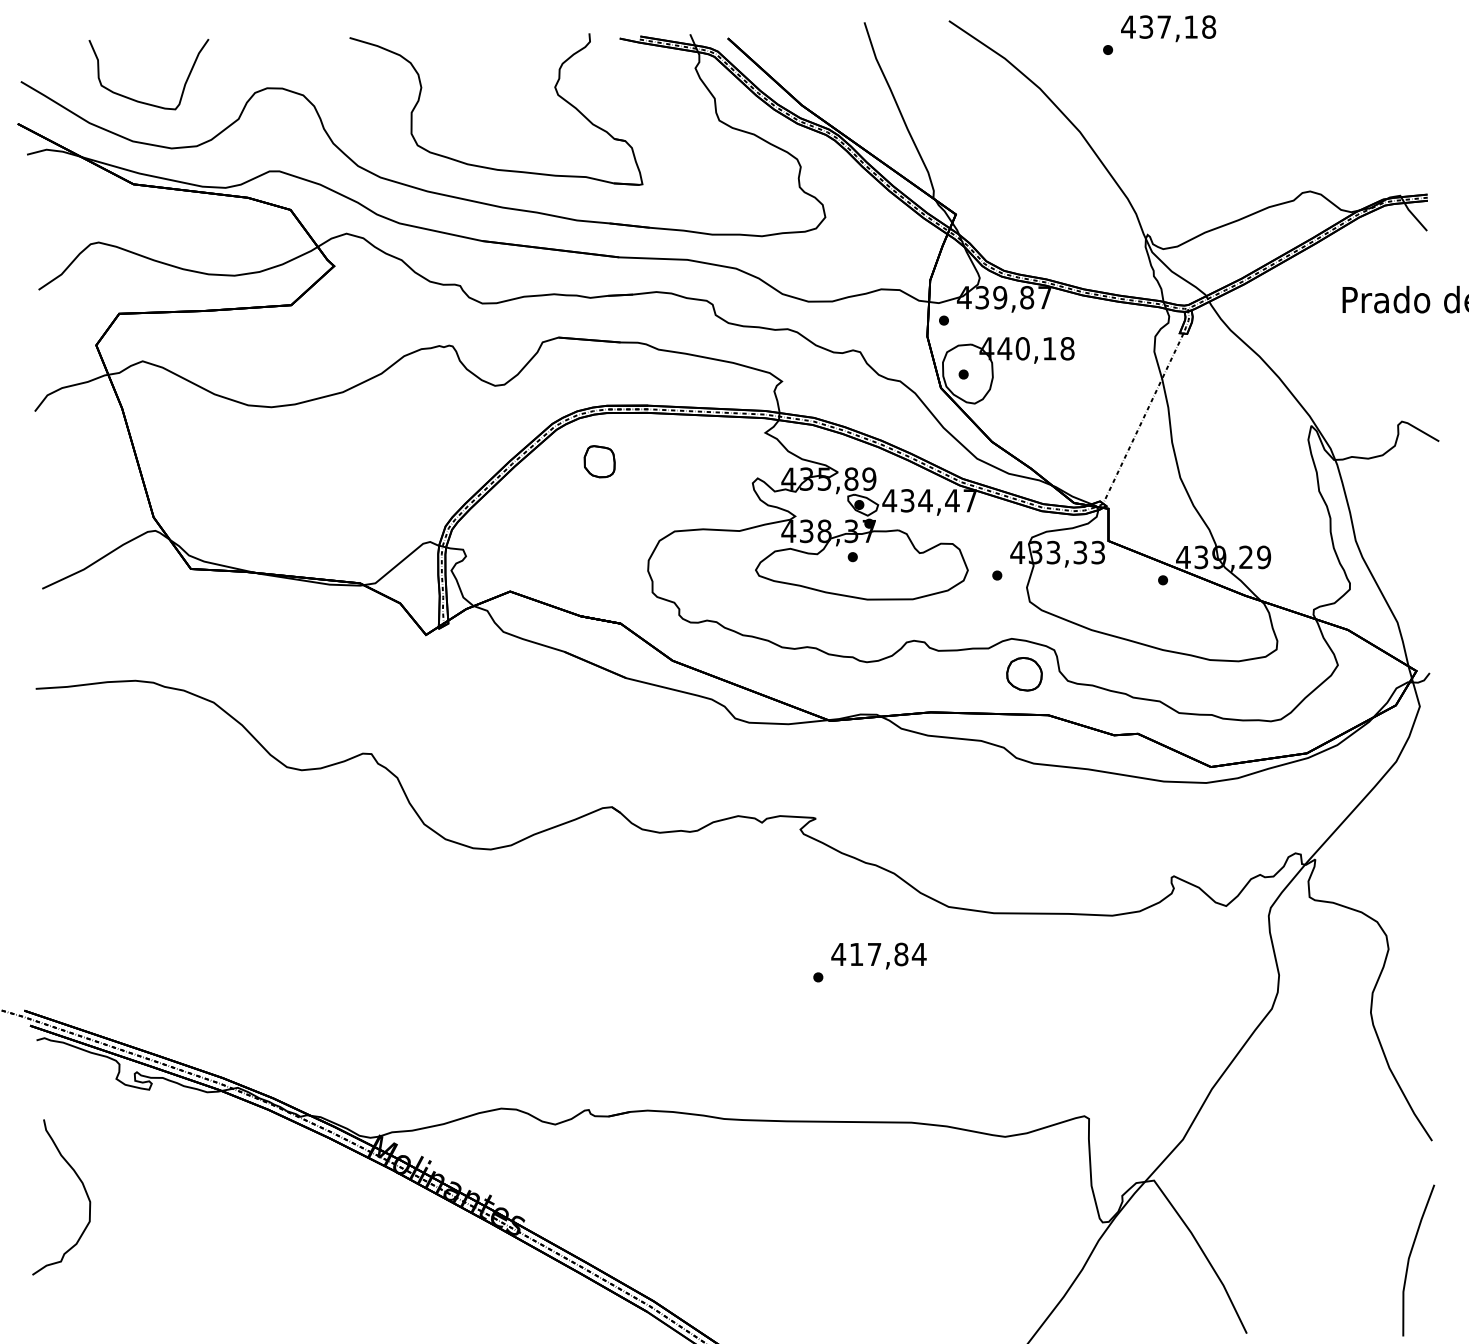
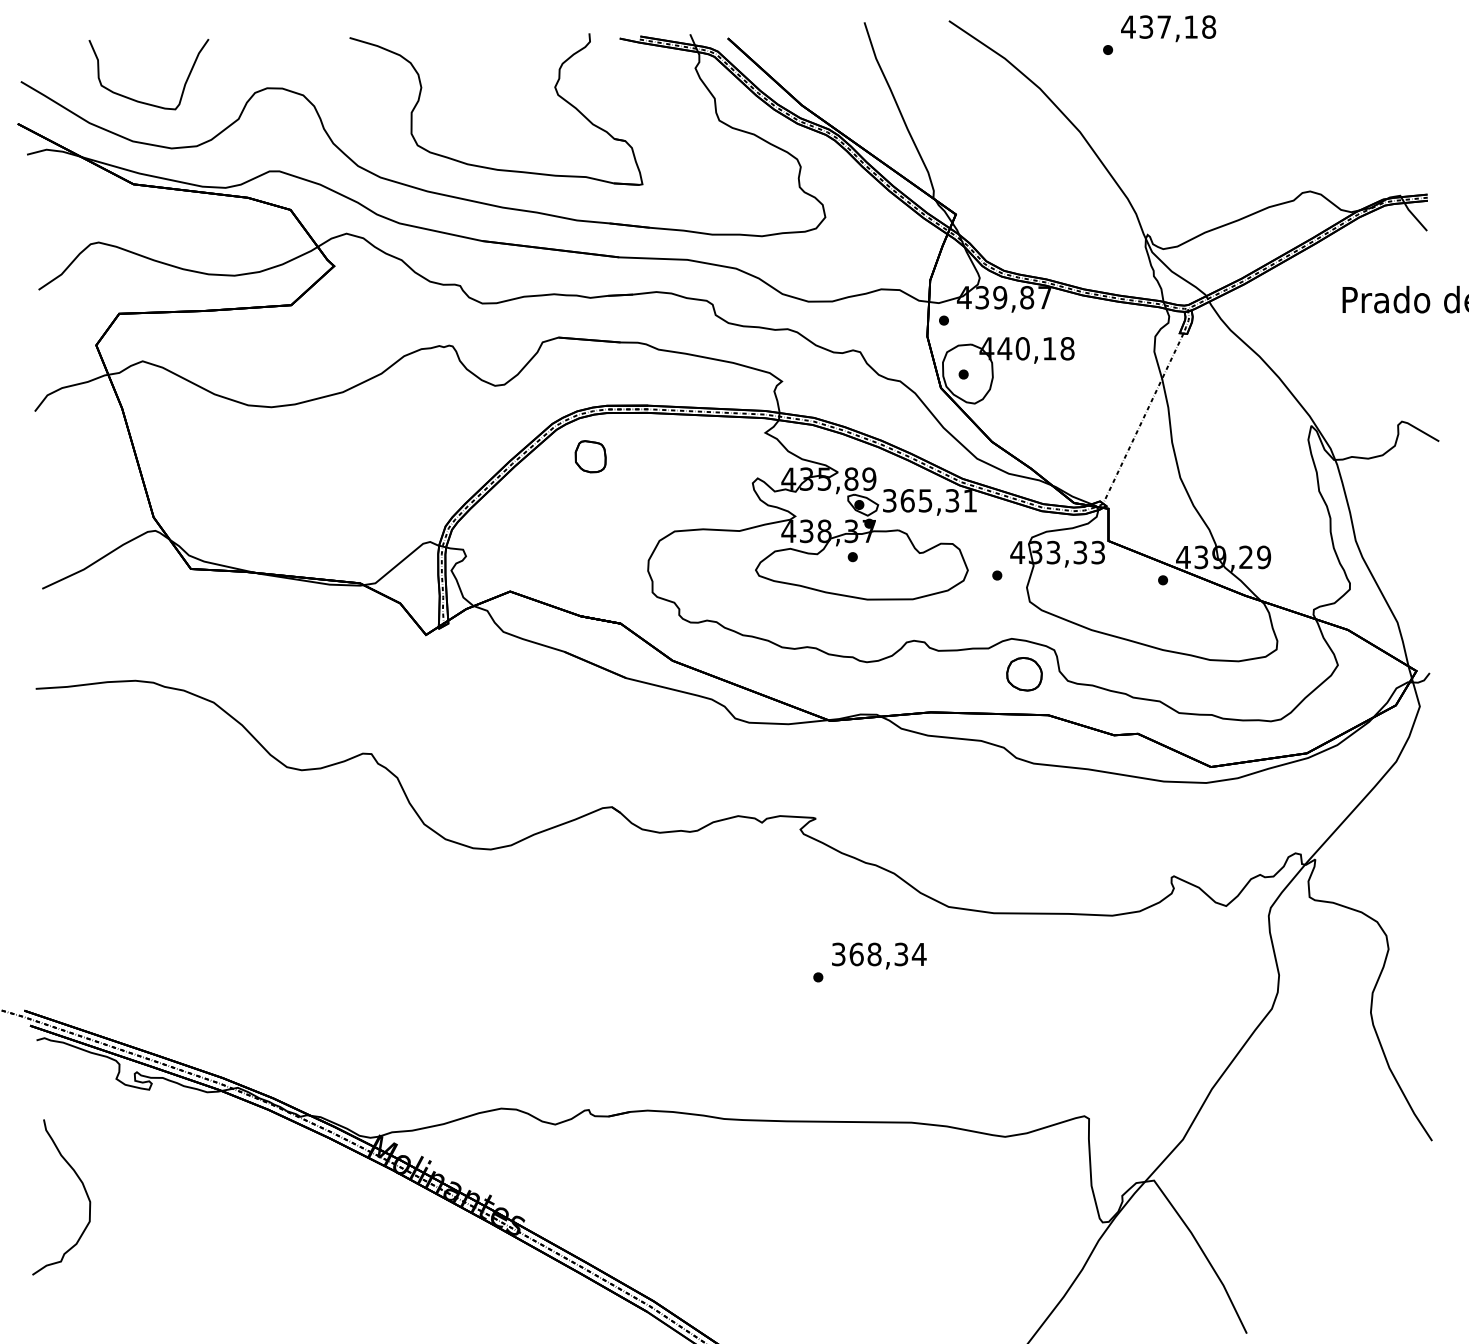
part at (599, 461) position: (599, 461) -> (590, 456)
text at (929, 500): 434,47 -> 365,31
text at (869, 954): 417,84 -> 368,34
line at (1410, 1257): present -> none
